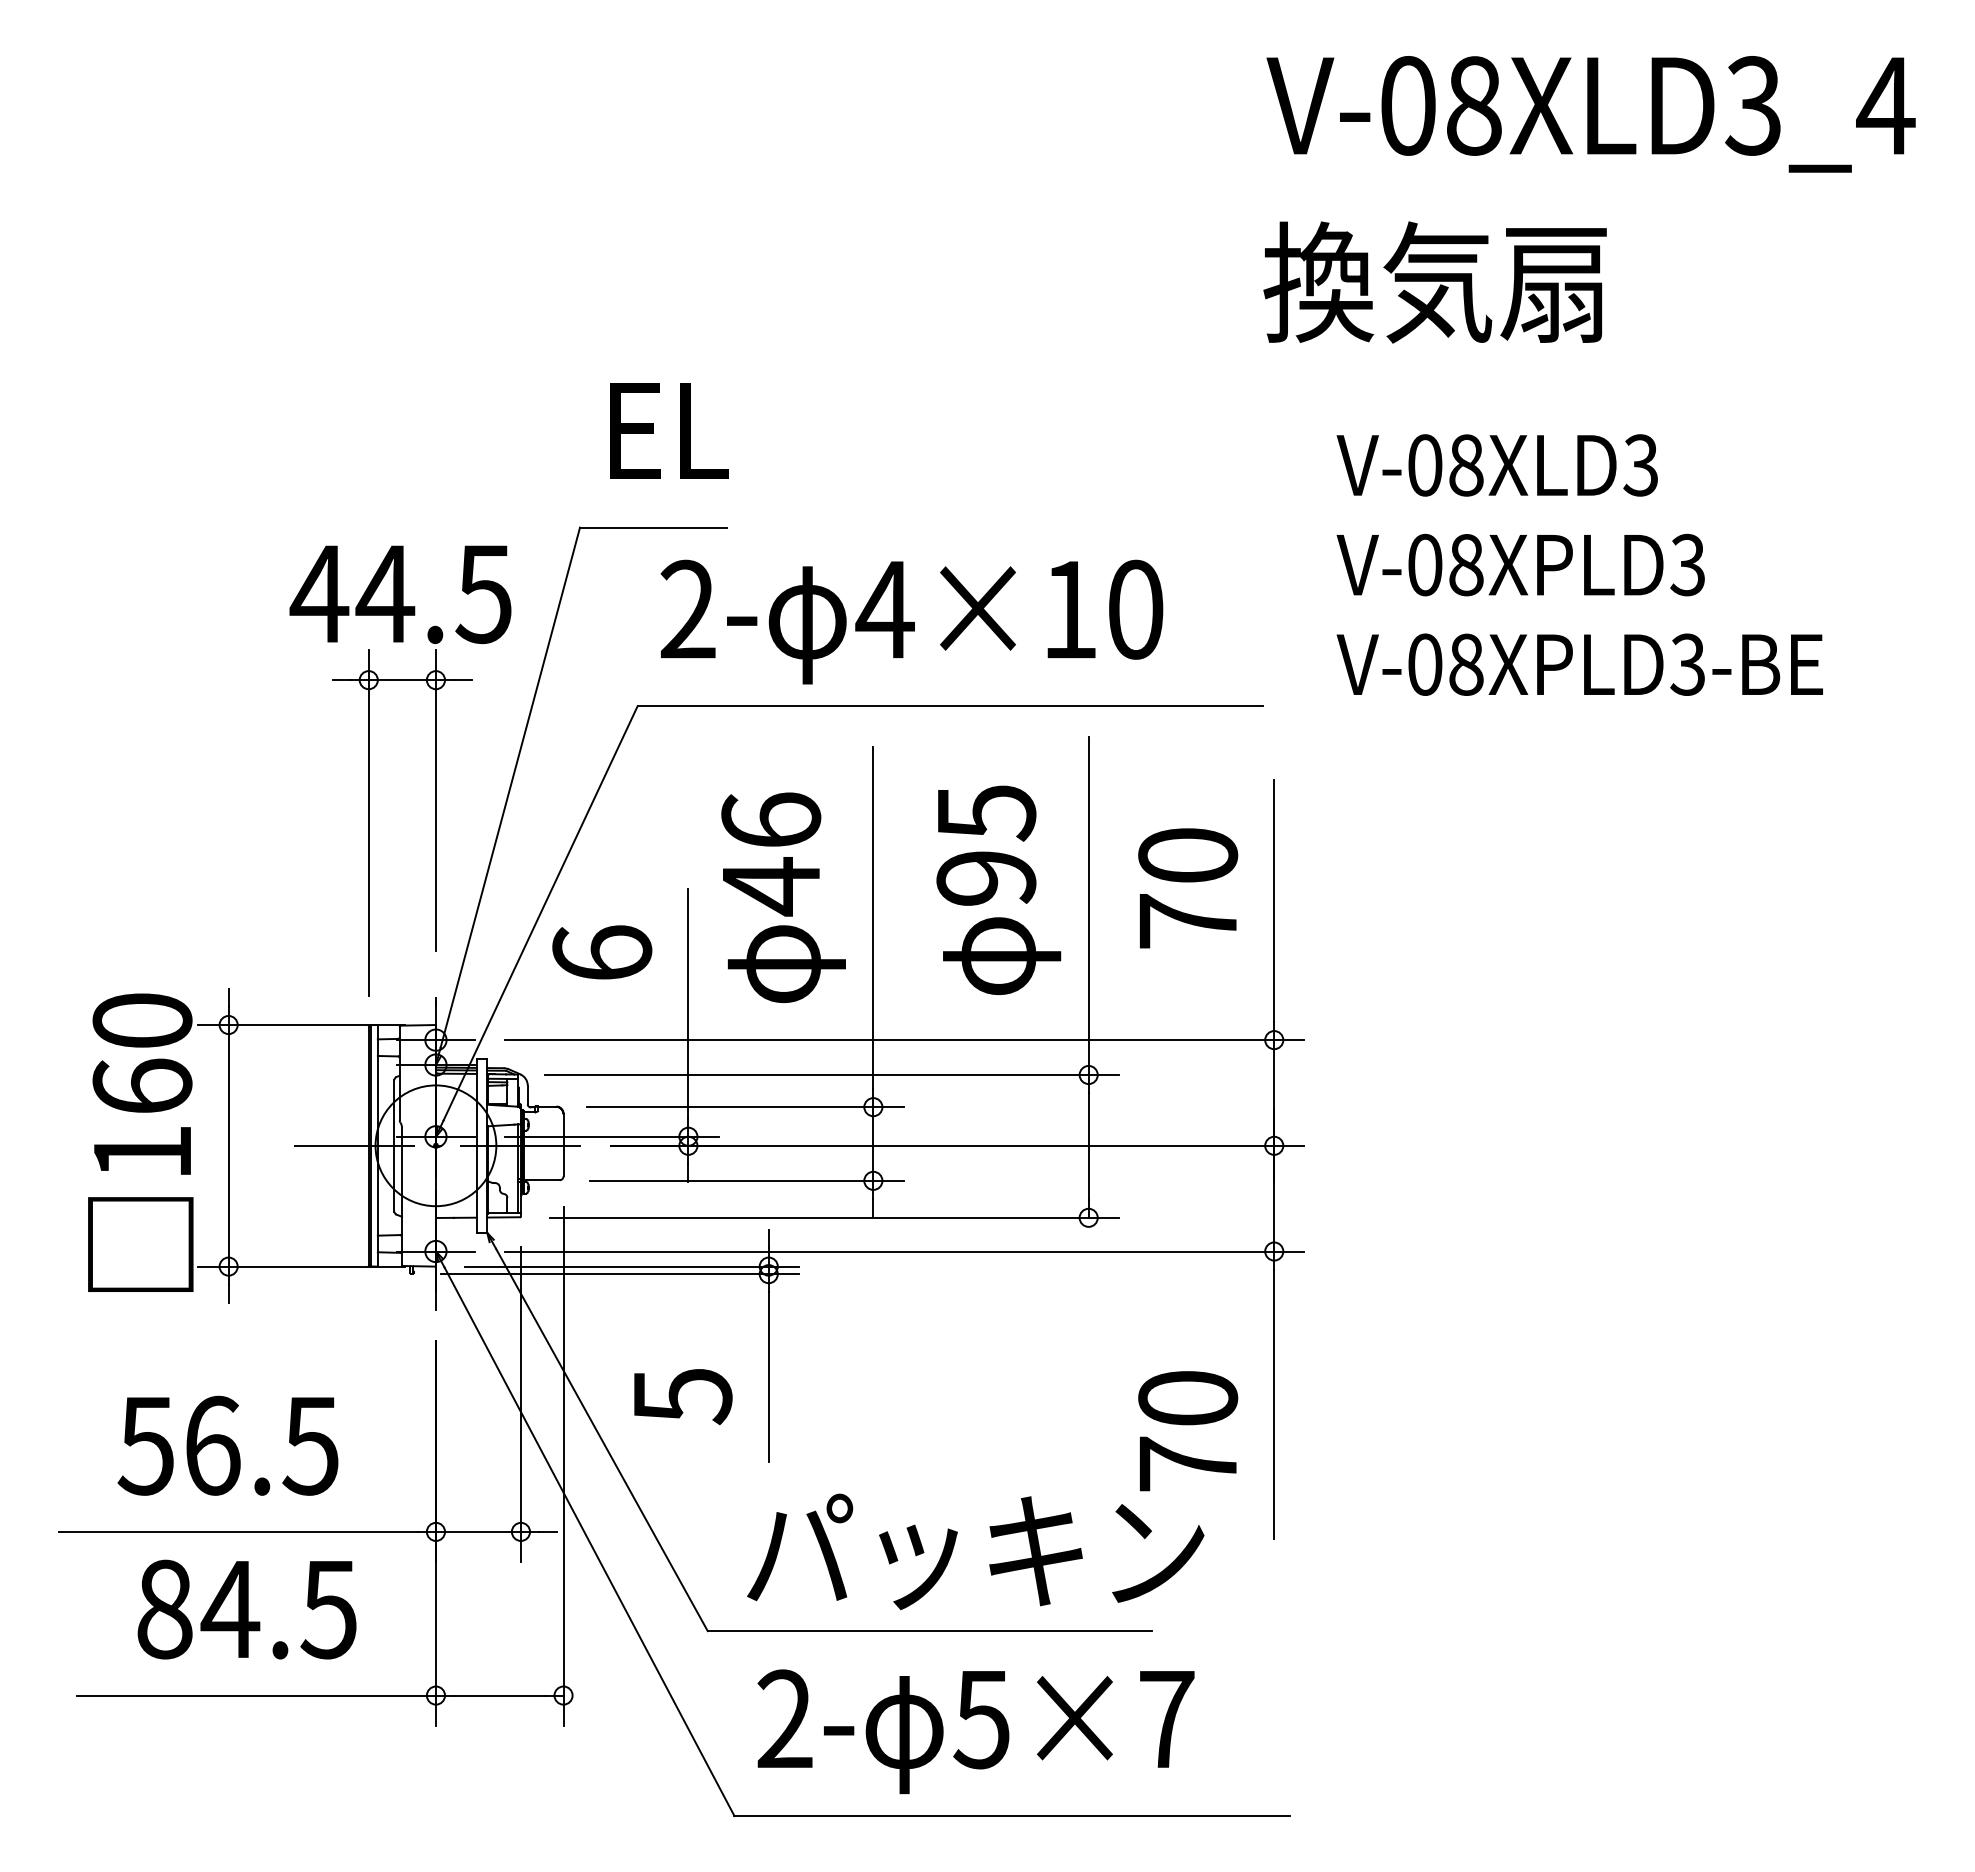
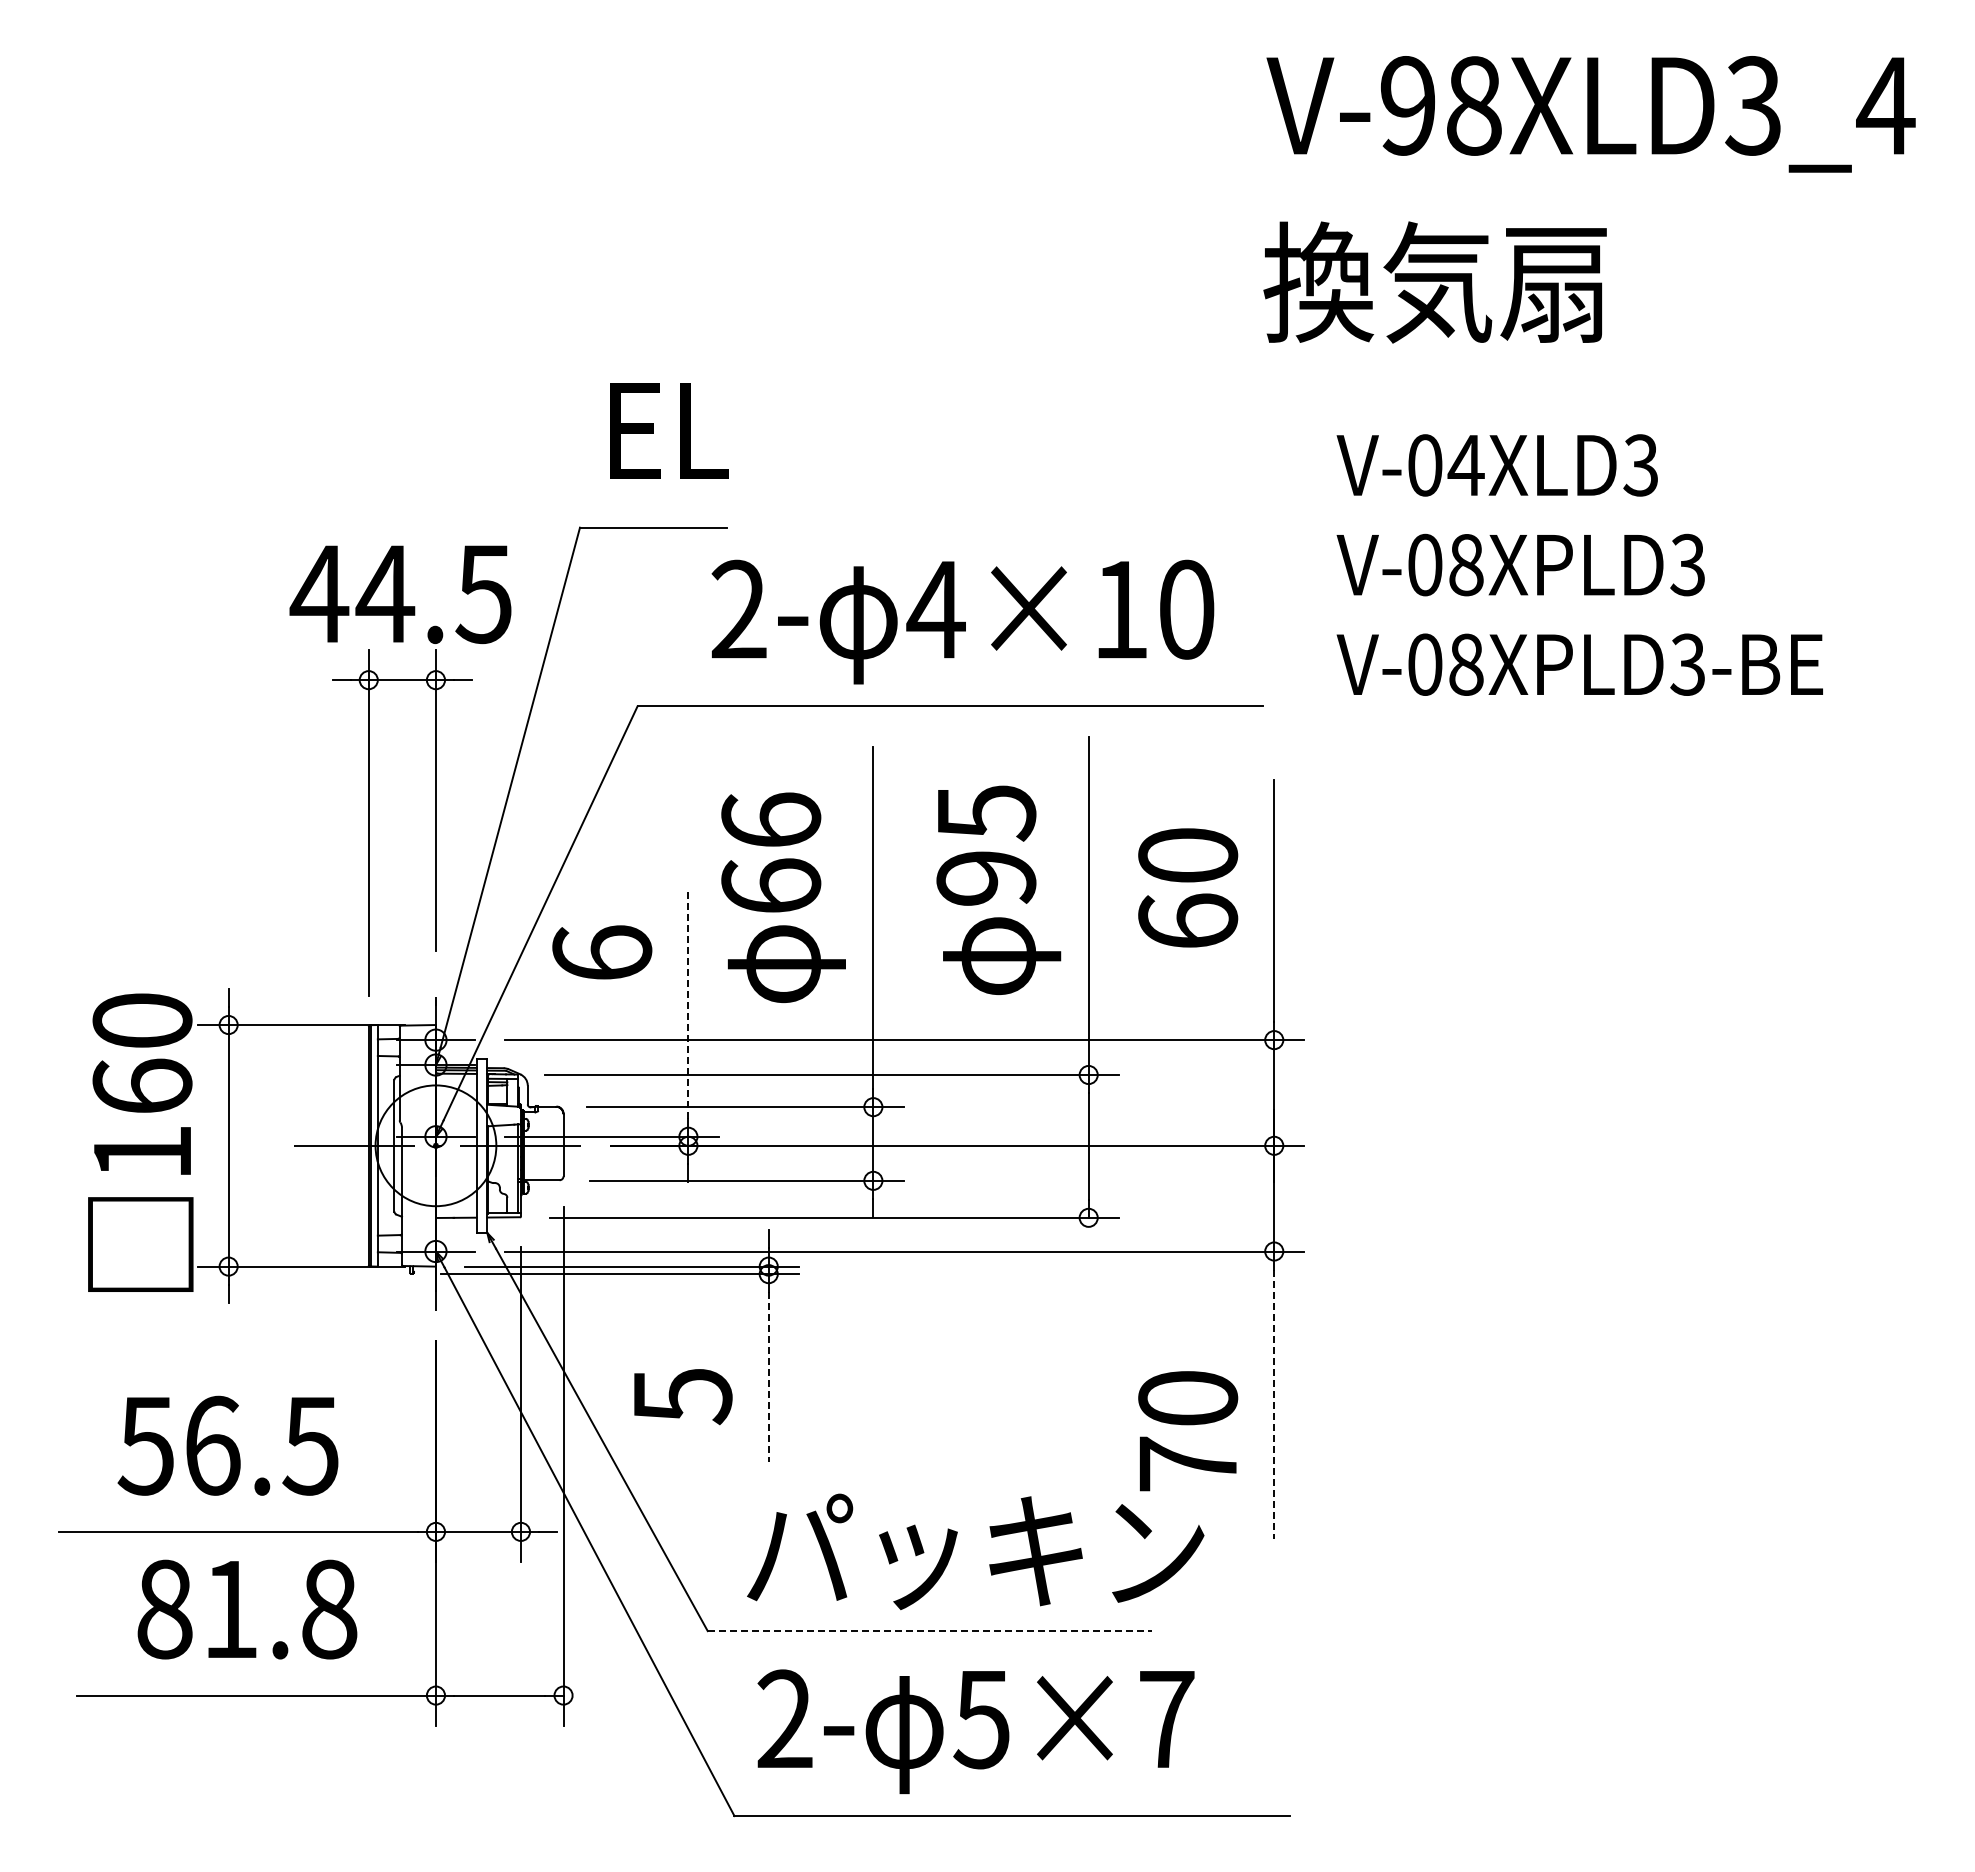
text at (1407, 105): V-08XLD3_4 -> V-98XLD3_4
text at (1465, 465): V-08XLD3 -> V-04XLD3
text at (911, 621) position: (911, 621) -> (962, 621)
text at (771, 886): 46 -> 66
text at (1188, 920): 70 -> 60
line at (688, 1003): solid -> dashed
line at (768, 1377): solid -> dashed
line at (1274, 1404): solid -> dashed
text at (278, 1609): 84.5 -> 81.8
line at (930, 1631): solid -> dashed
